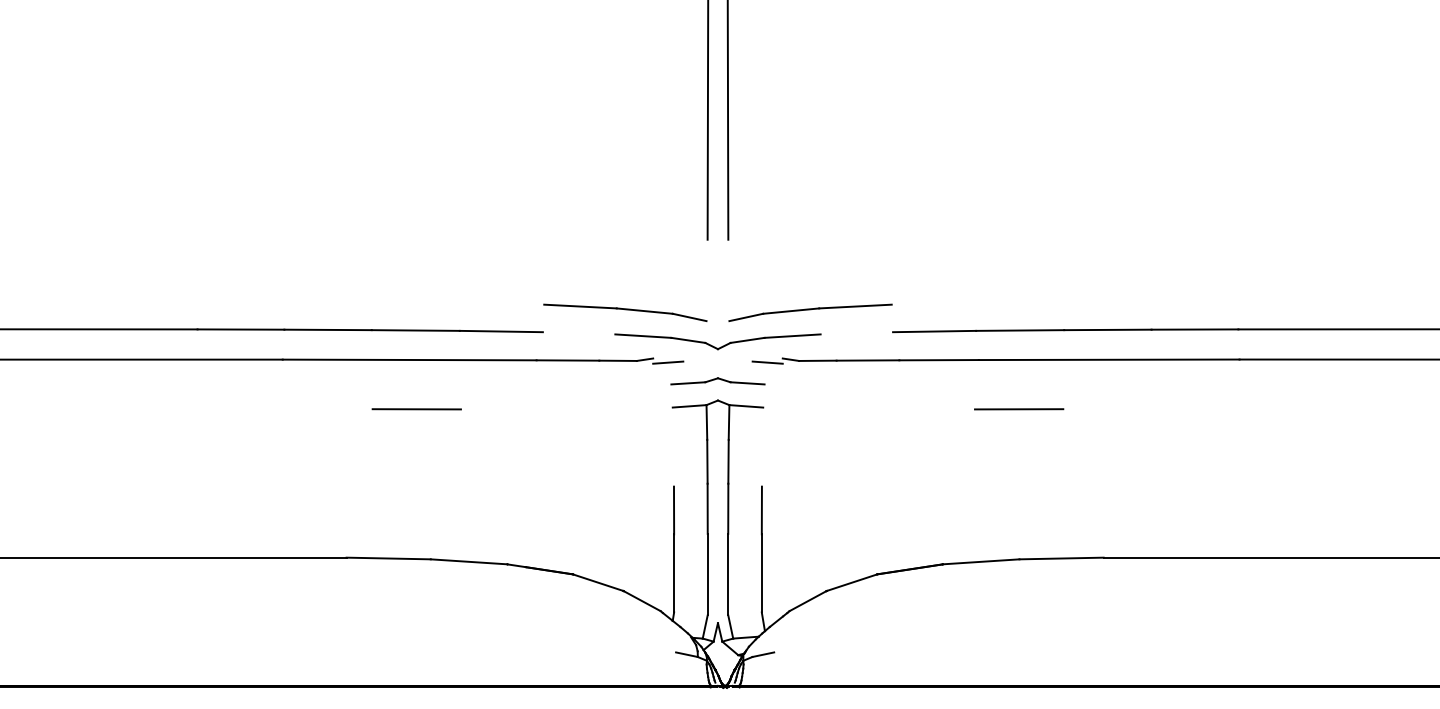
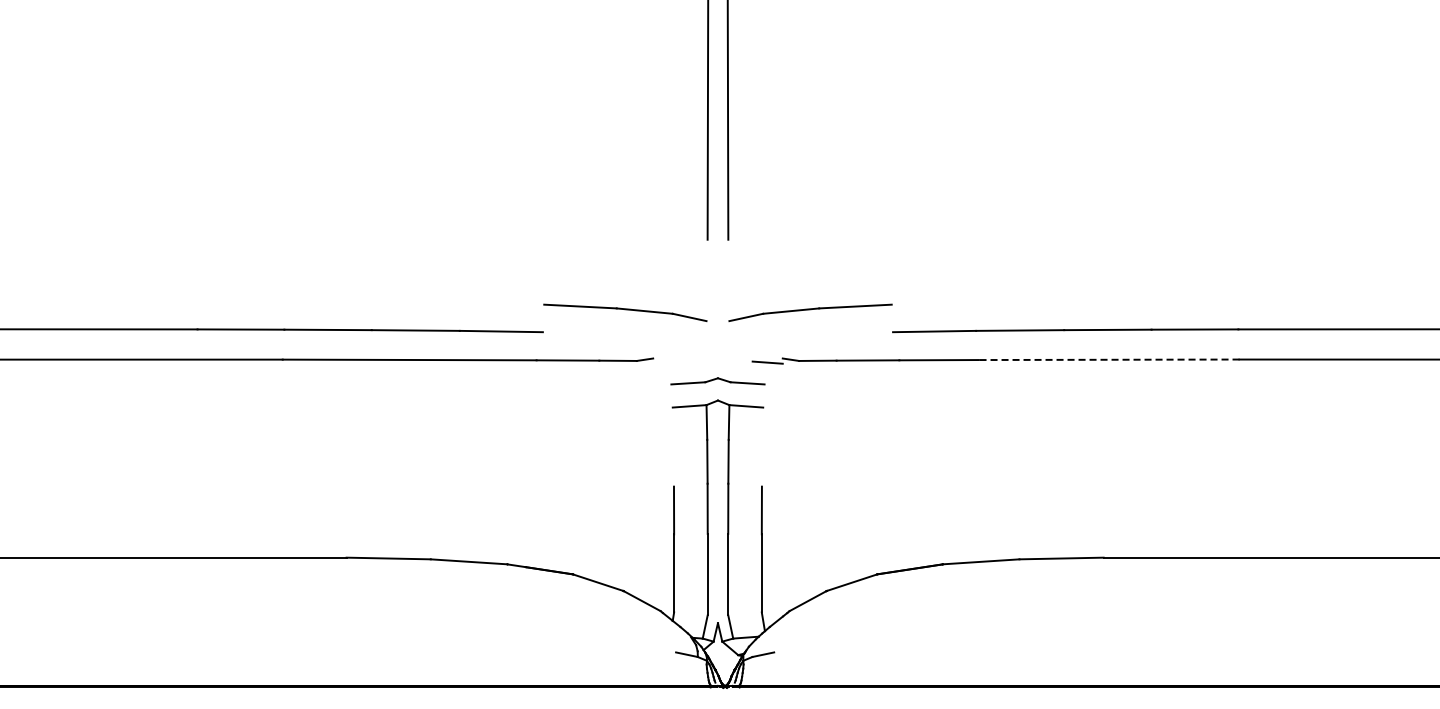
part at (717, 341): present -> none
line at (1108, 359): solid -> dashed
line at (668, 362): present -> none
line at (416, 409): present -> none
line at (1019, 409): present -> none
